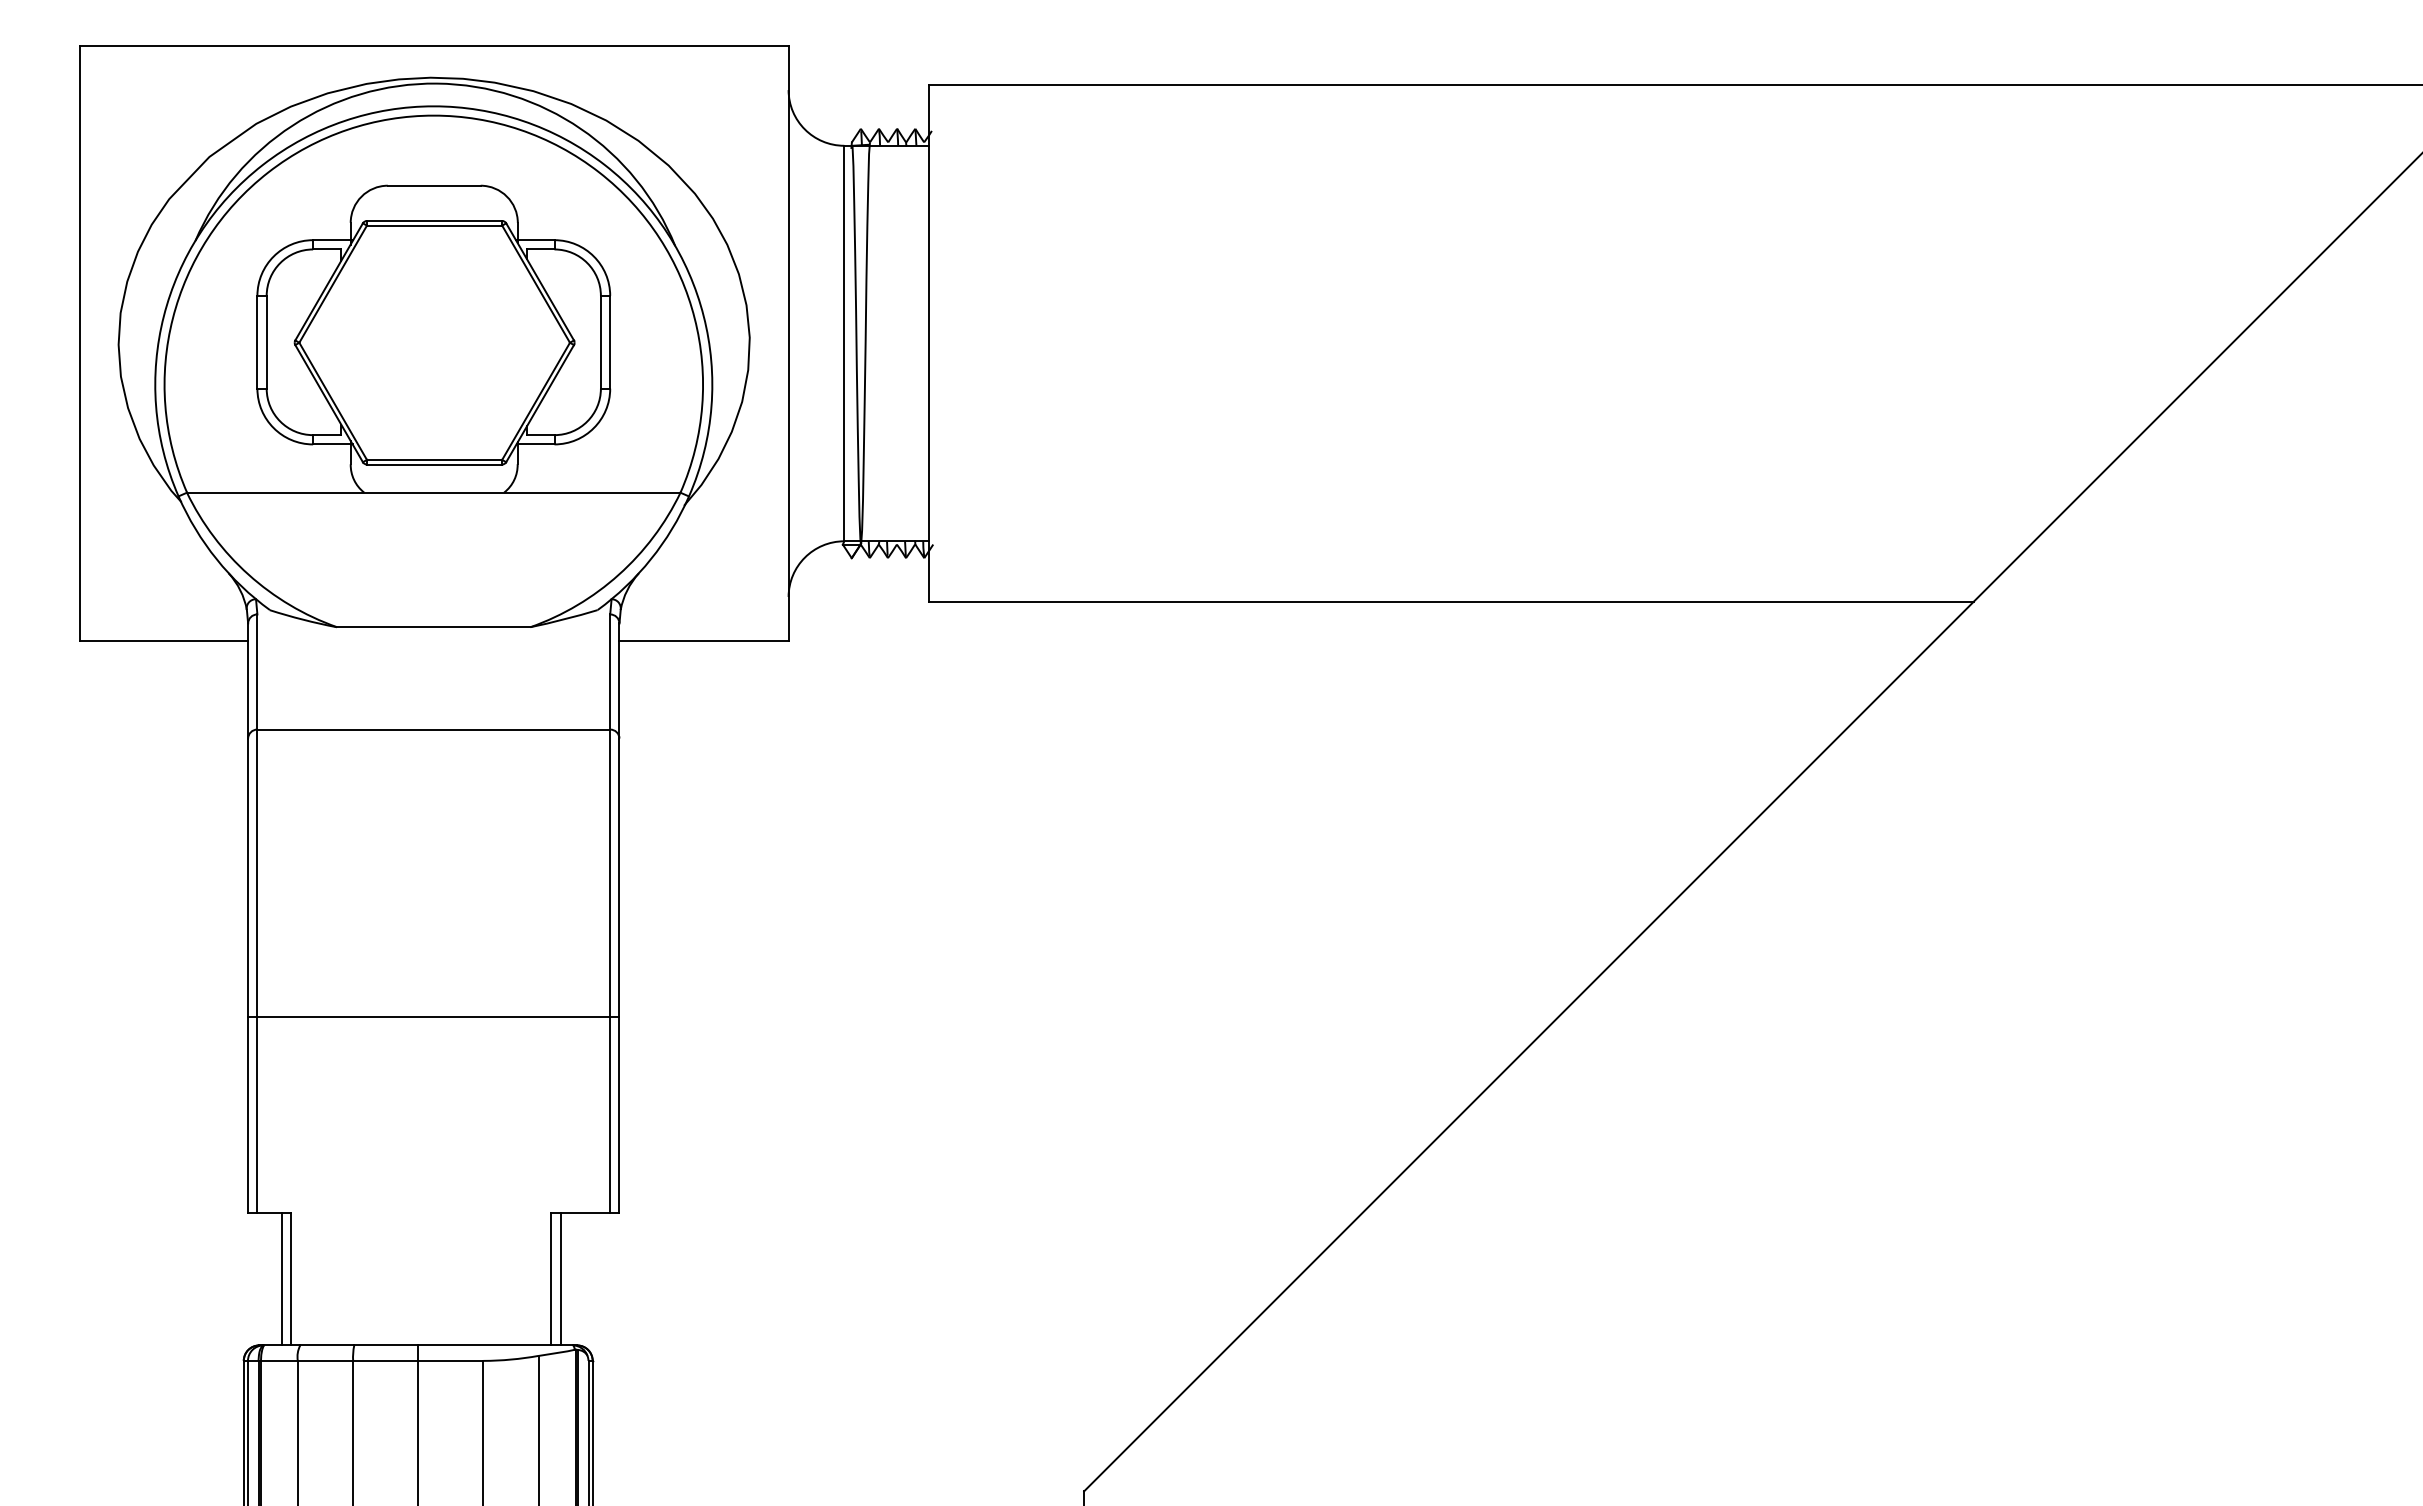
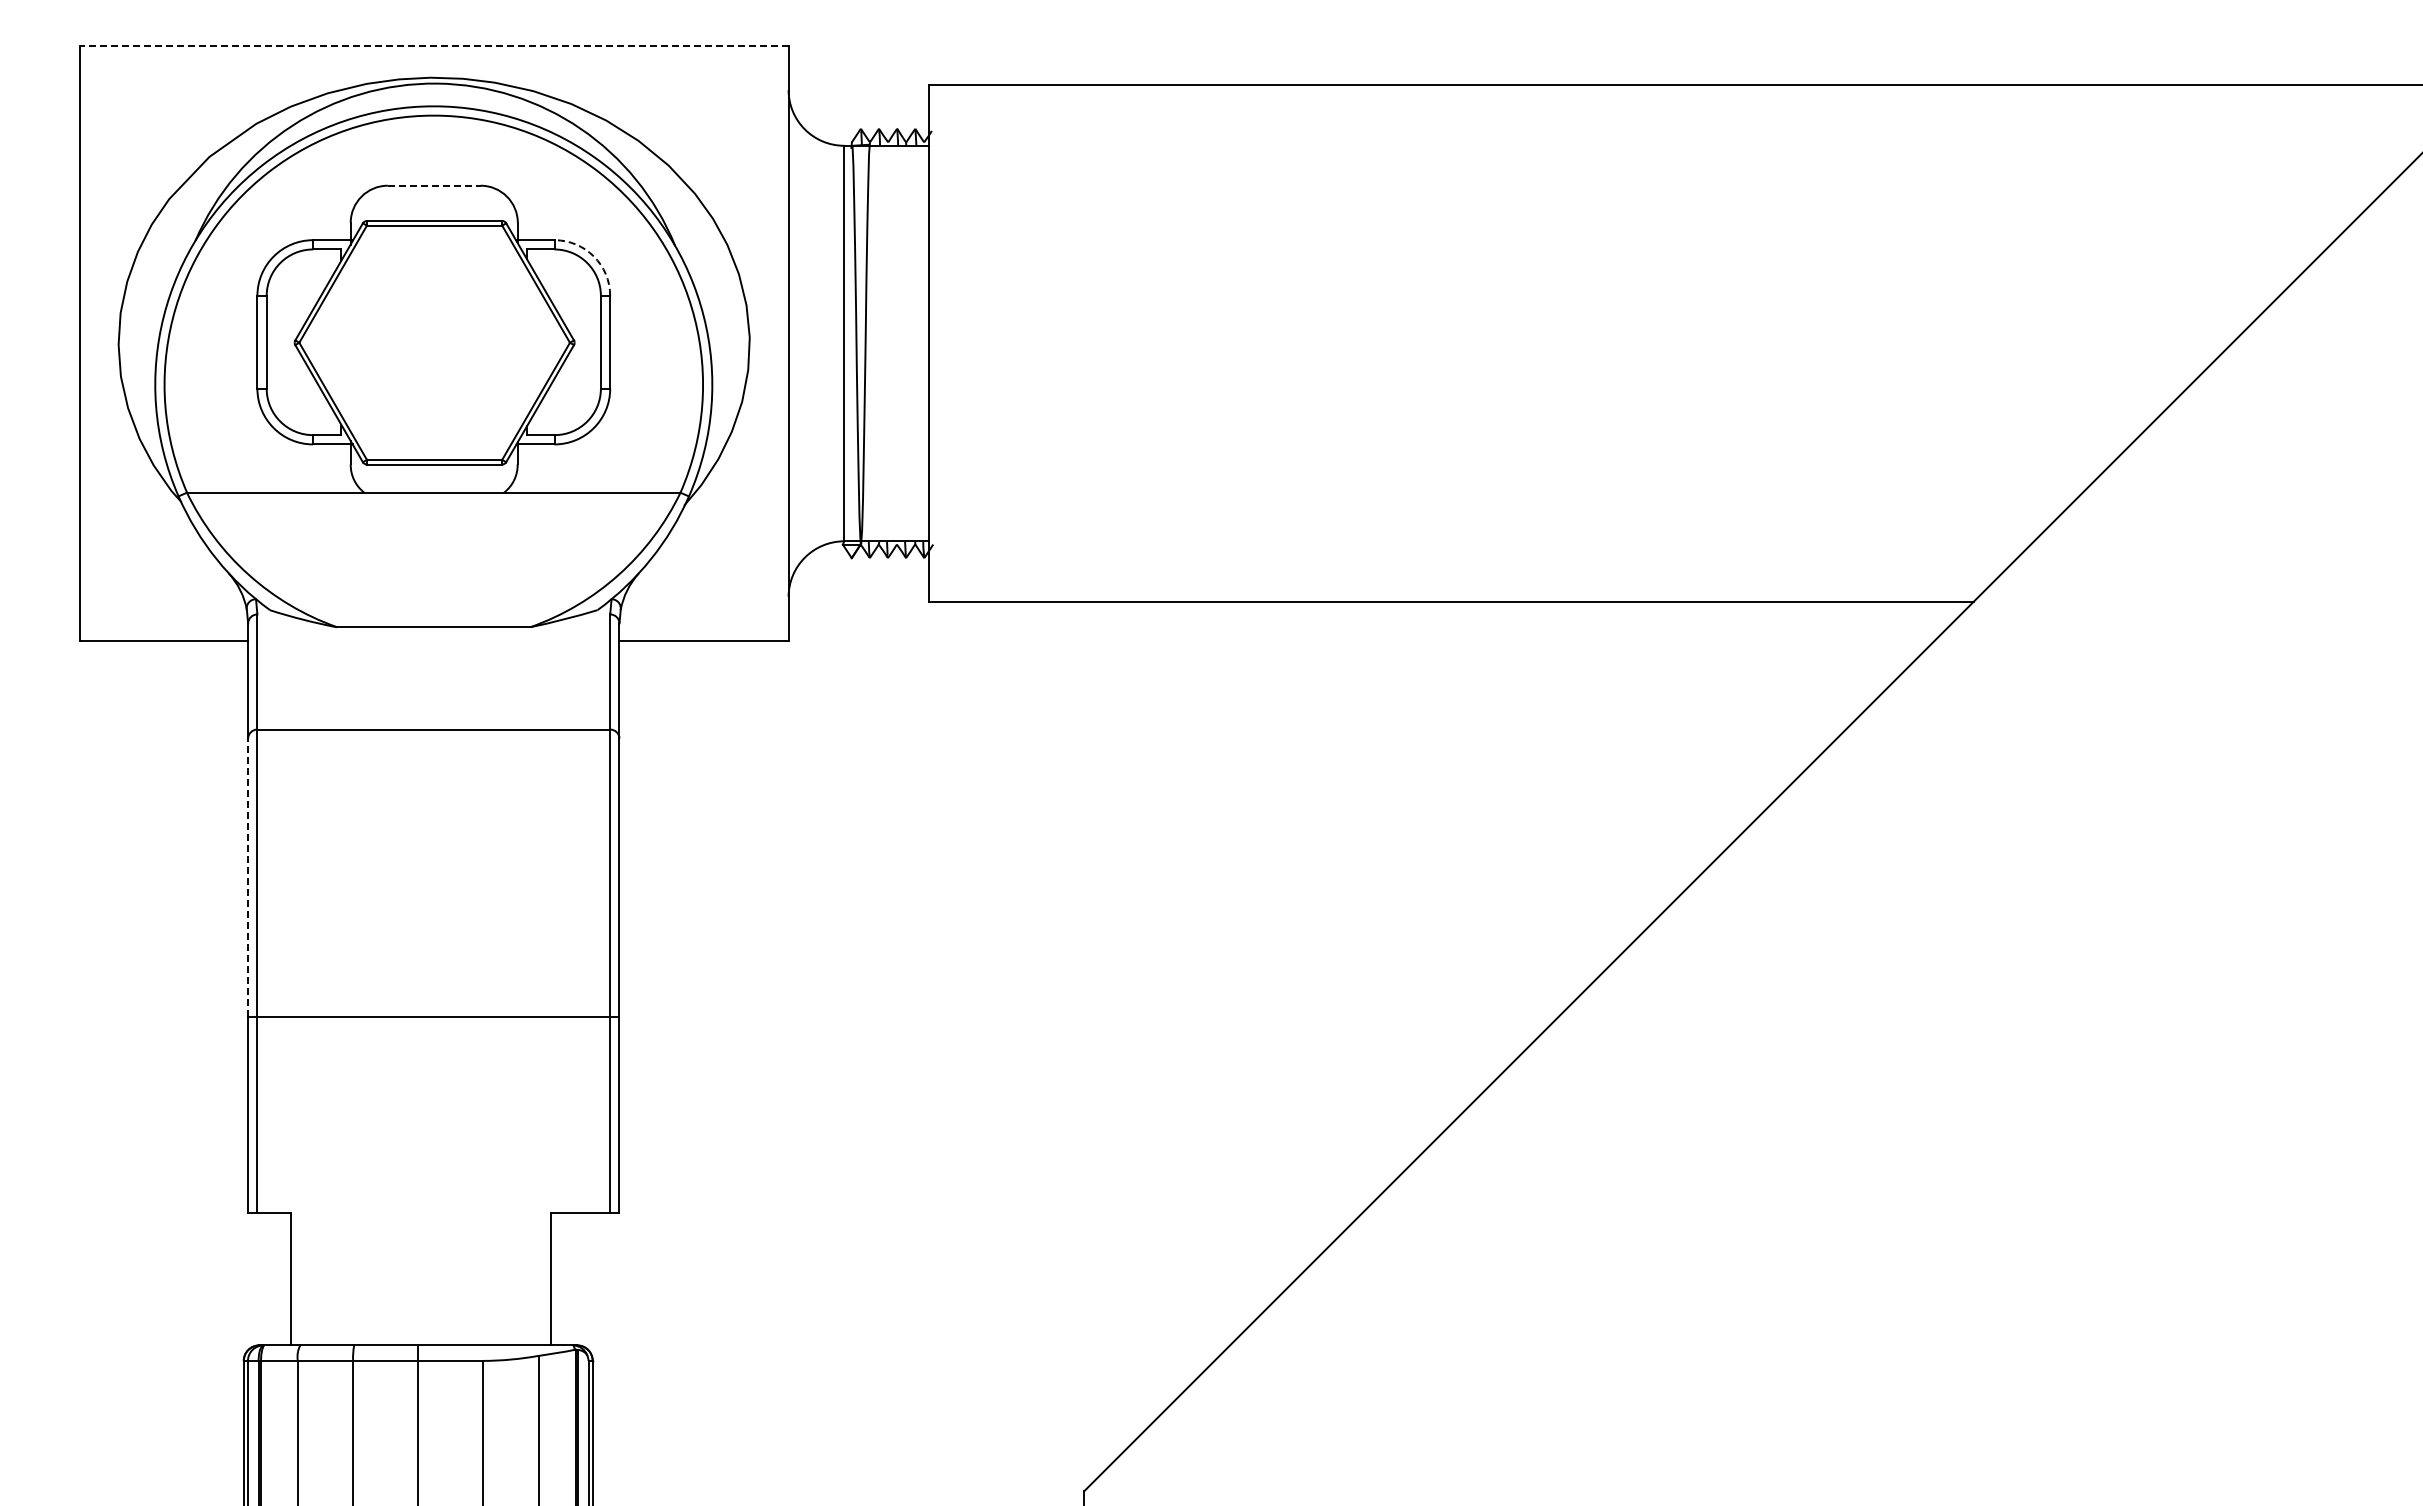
line at (433, 46): solid -> dashed
line at (434, 185): solid -> dashed
arc at (593, 256): solid -> dashed
line at (248, 877): solid -> dashed
line at (282, 1279): present -> none
line at (560, 1279): present -> none
